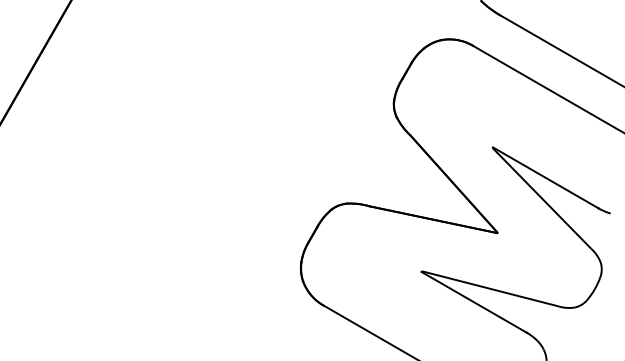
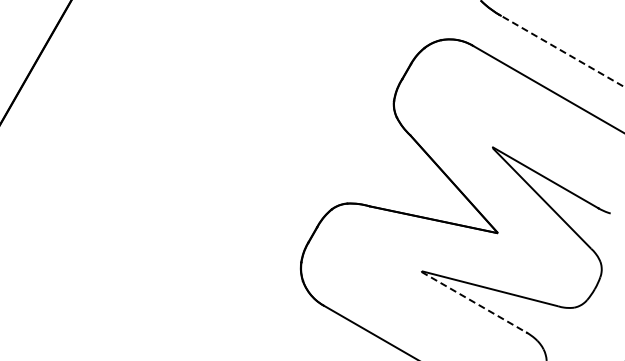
line at (562, 51): solid -> dashed
line at (474, 302): solid -> dashed
